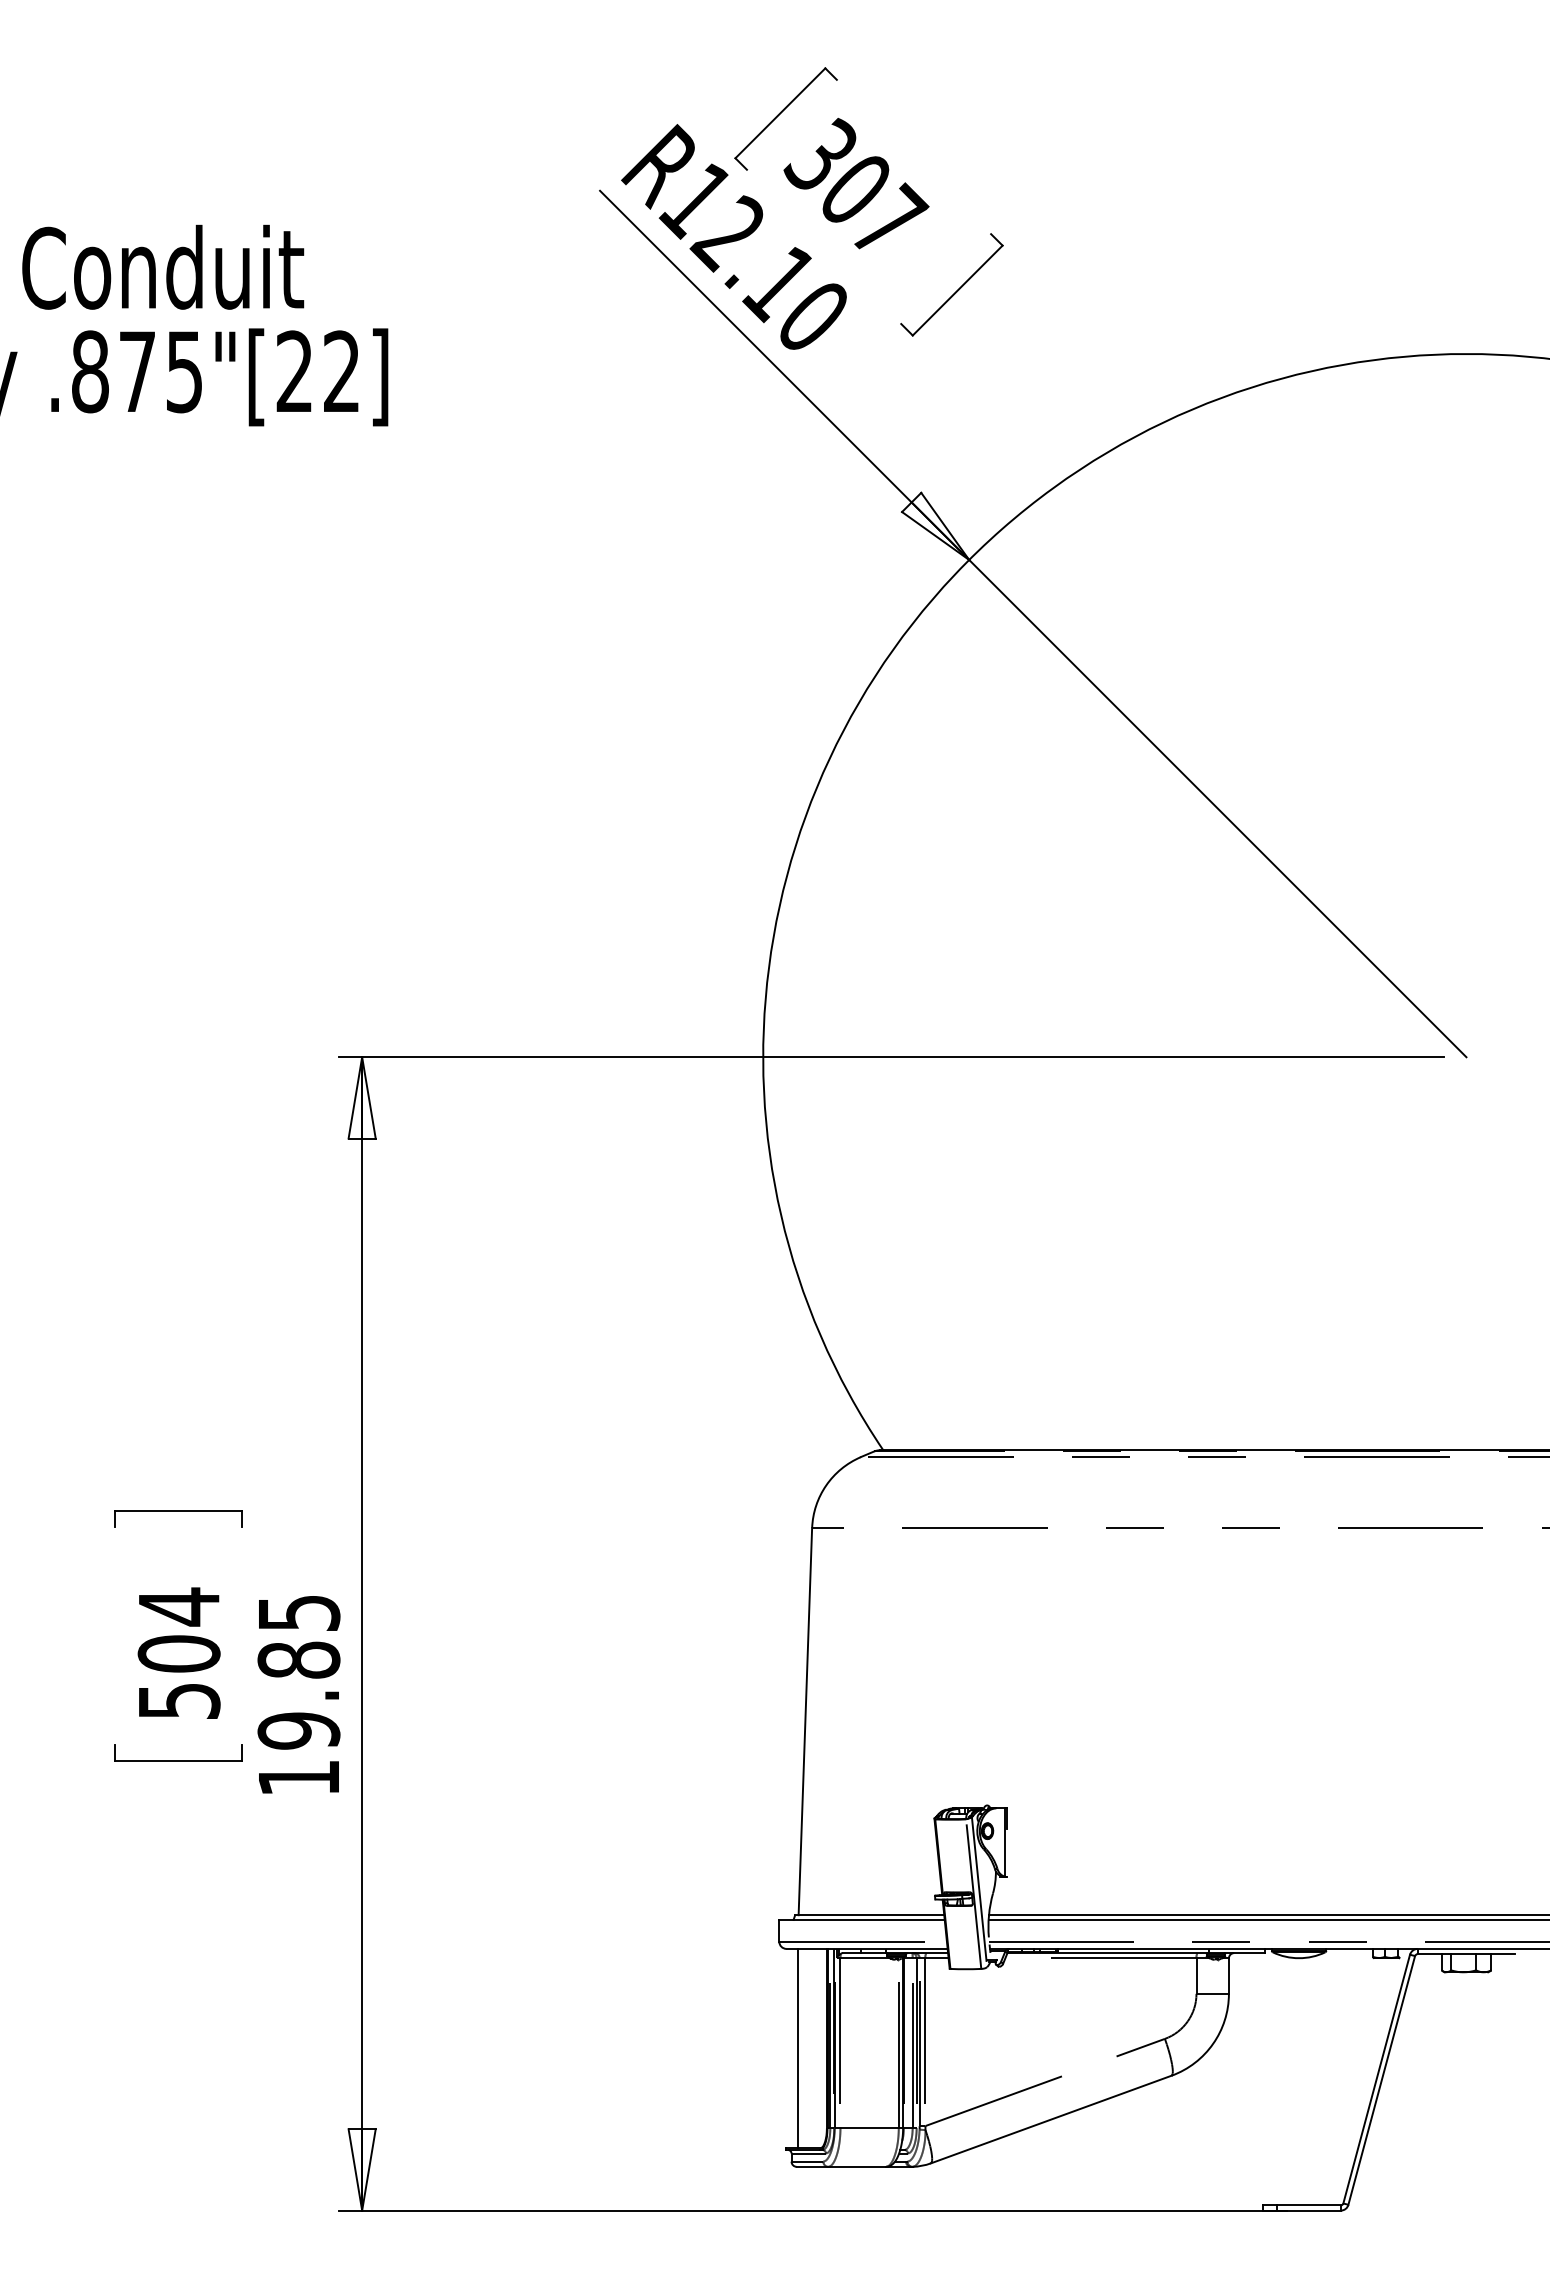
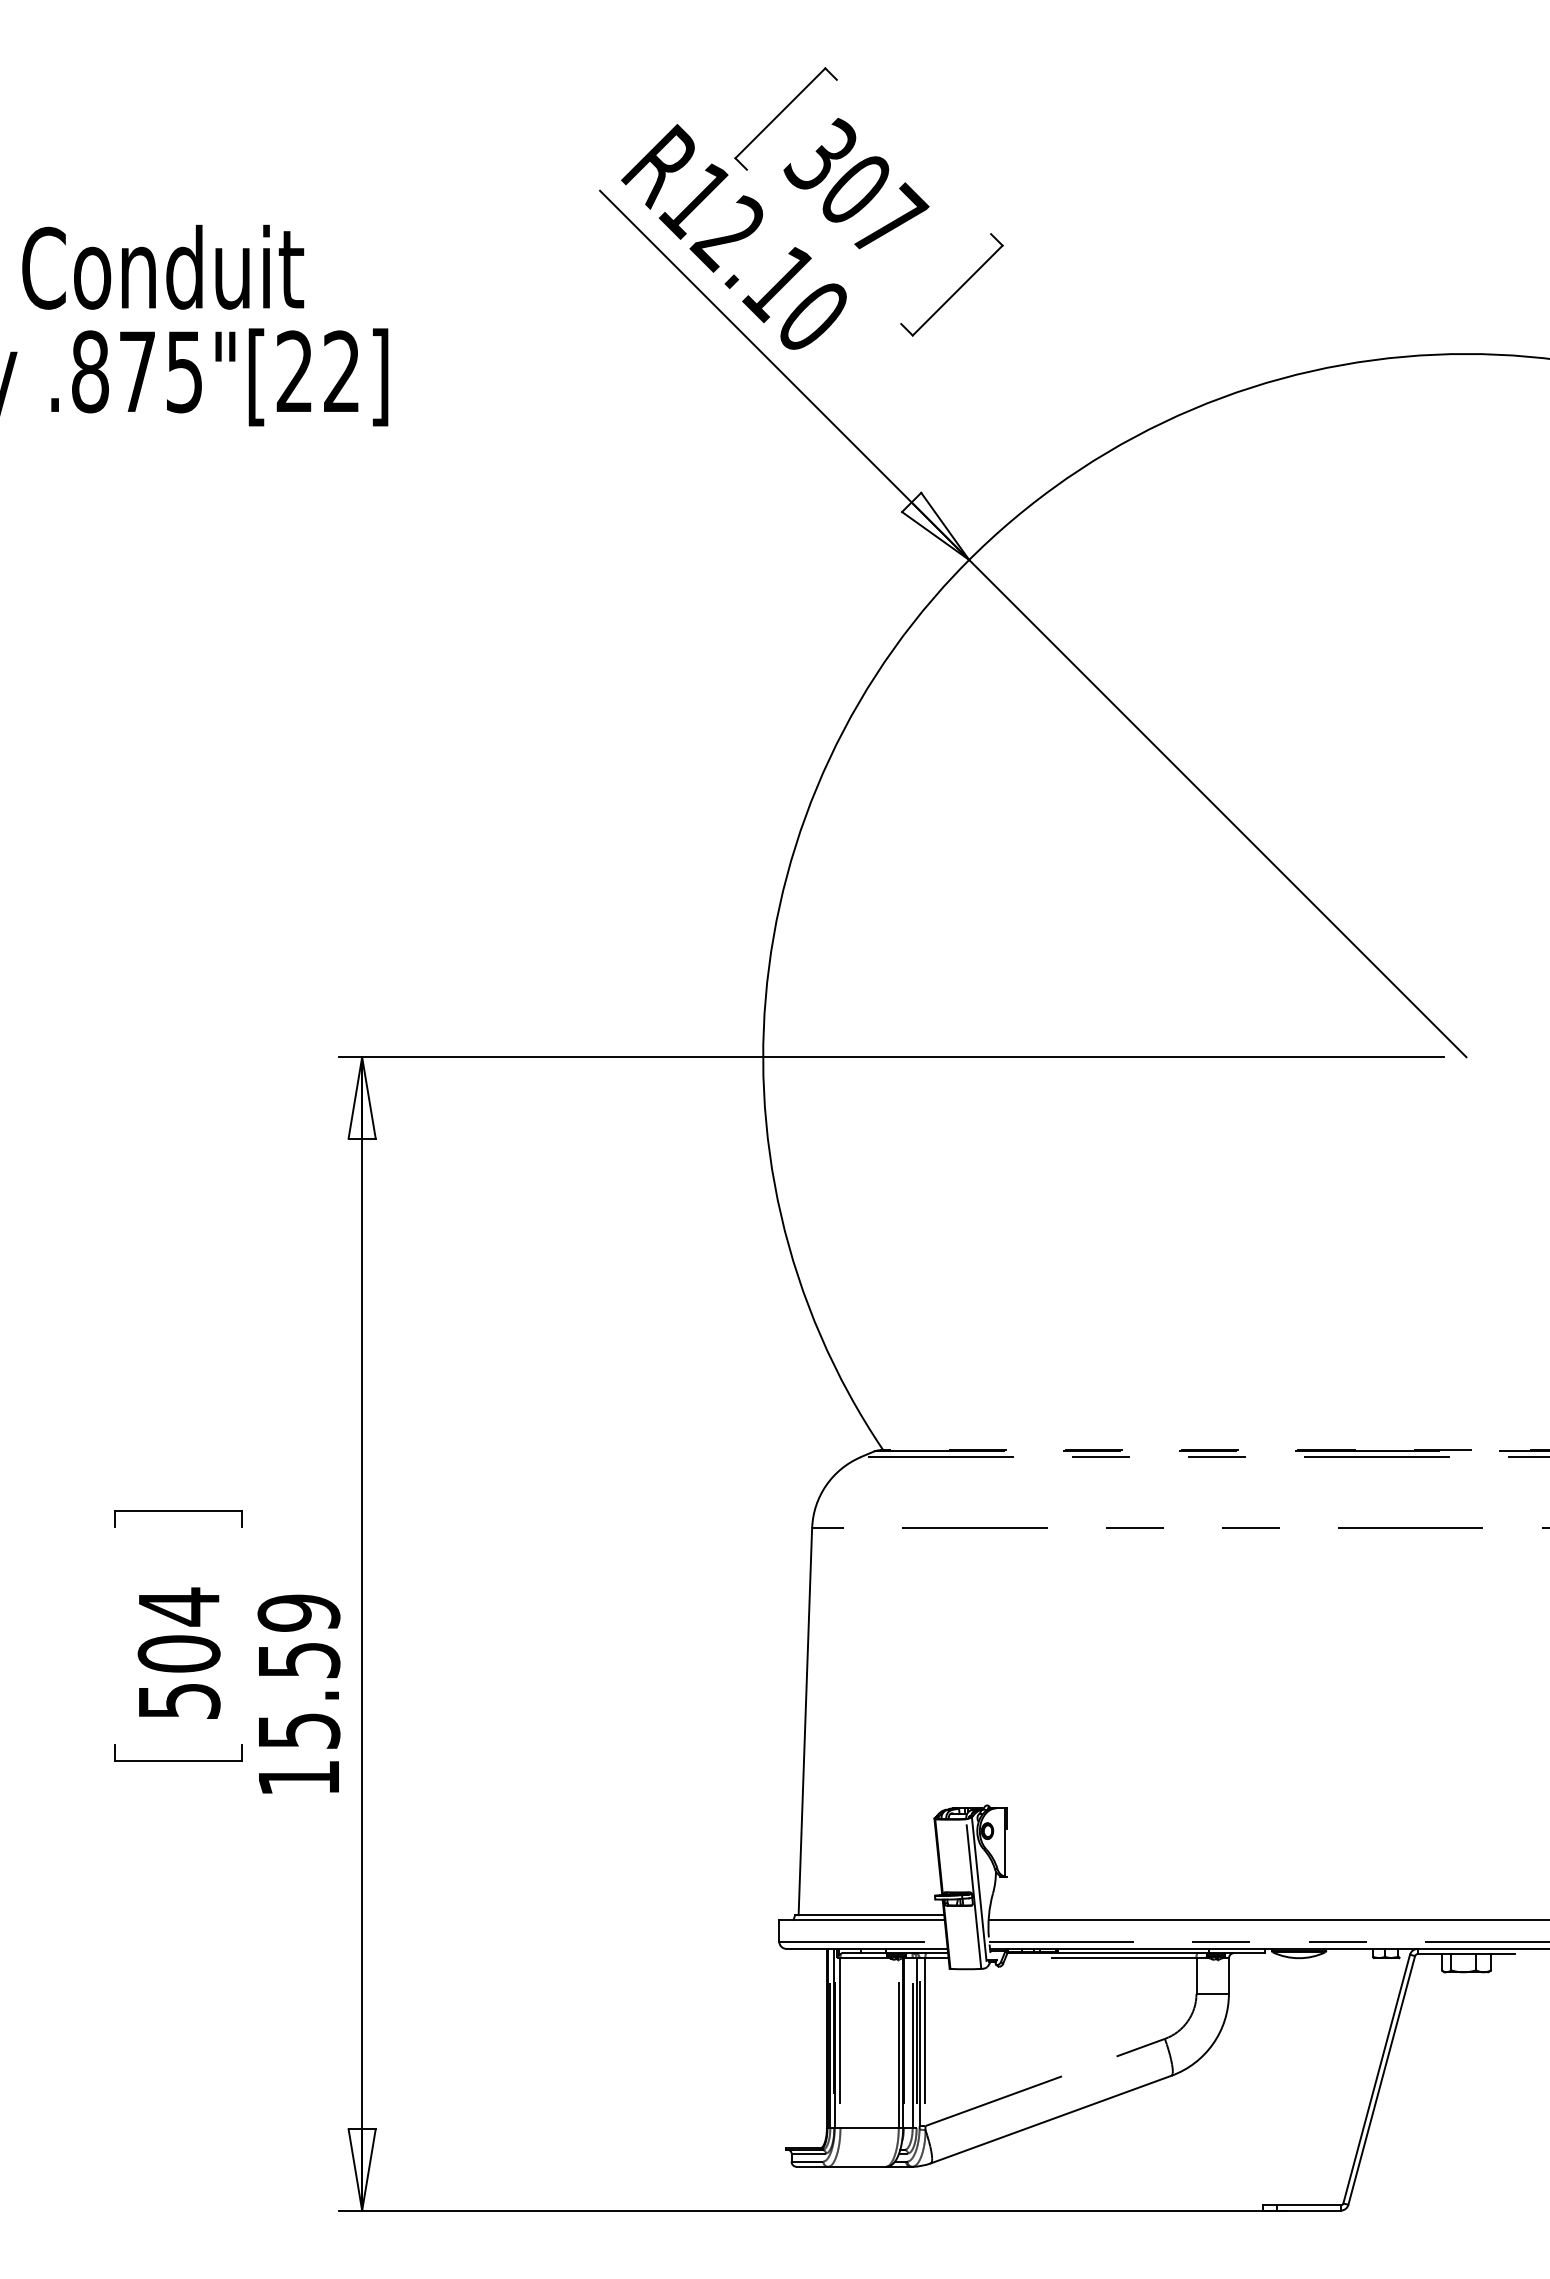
line at (1214, 1450): solid -> dashed
text at (298, 1671): 19.85 -> 15.59
line at (1267, 1915): present -> none
line at (797, 2048): present -> none
